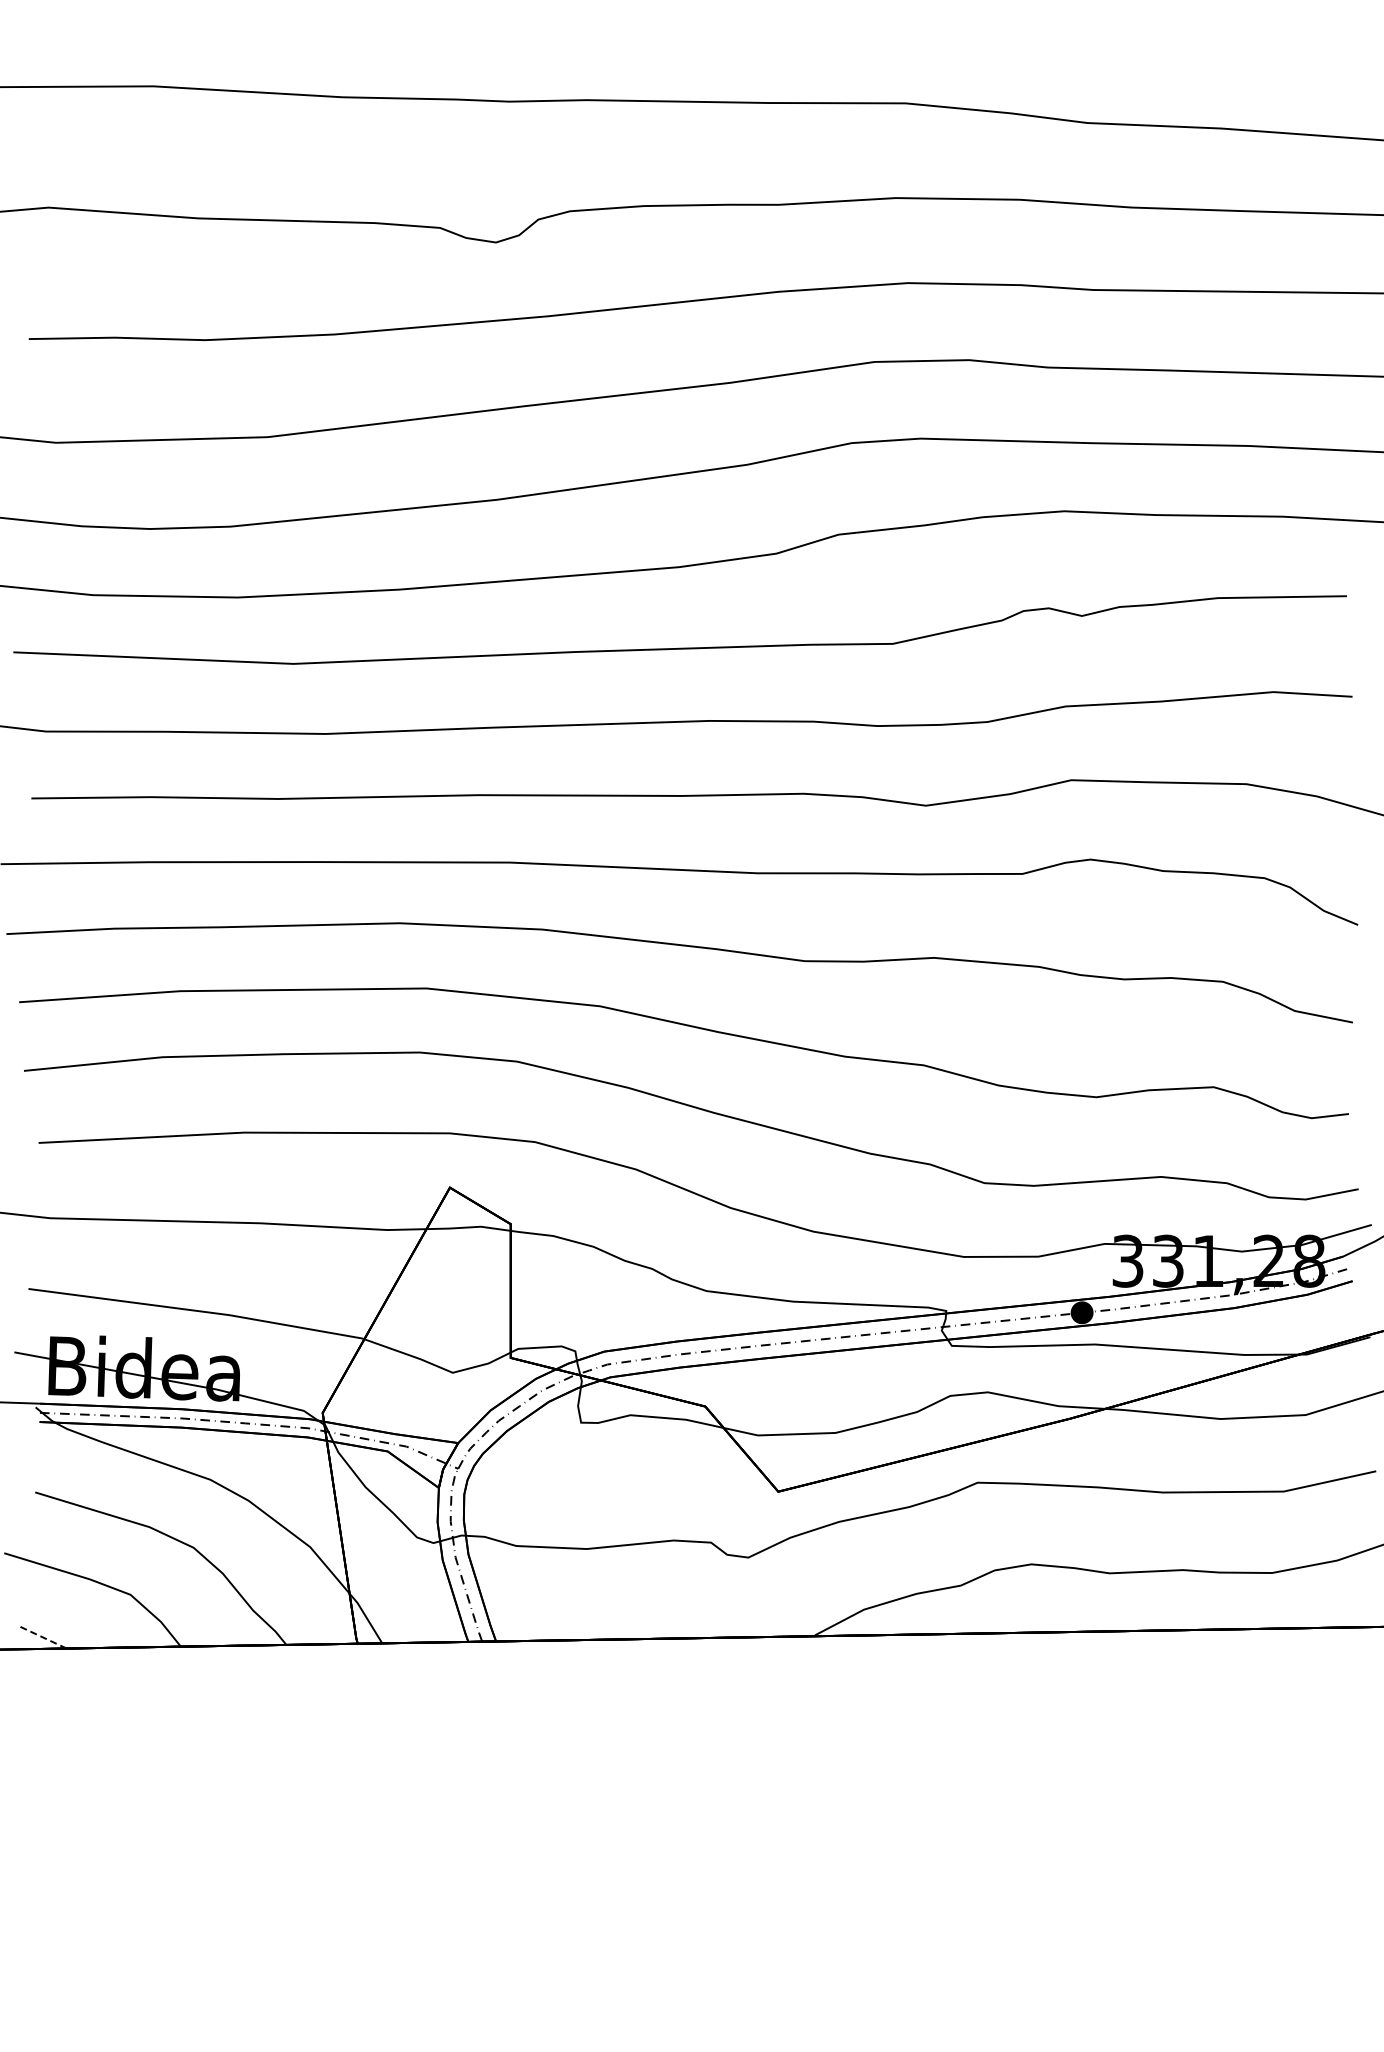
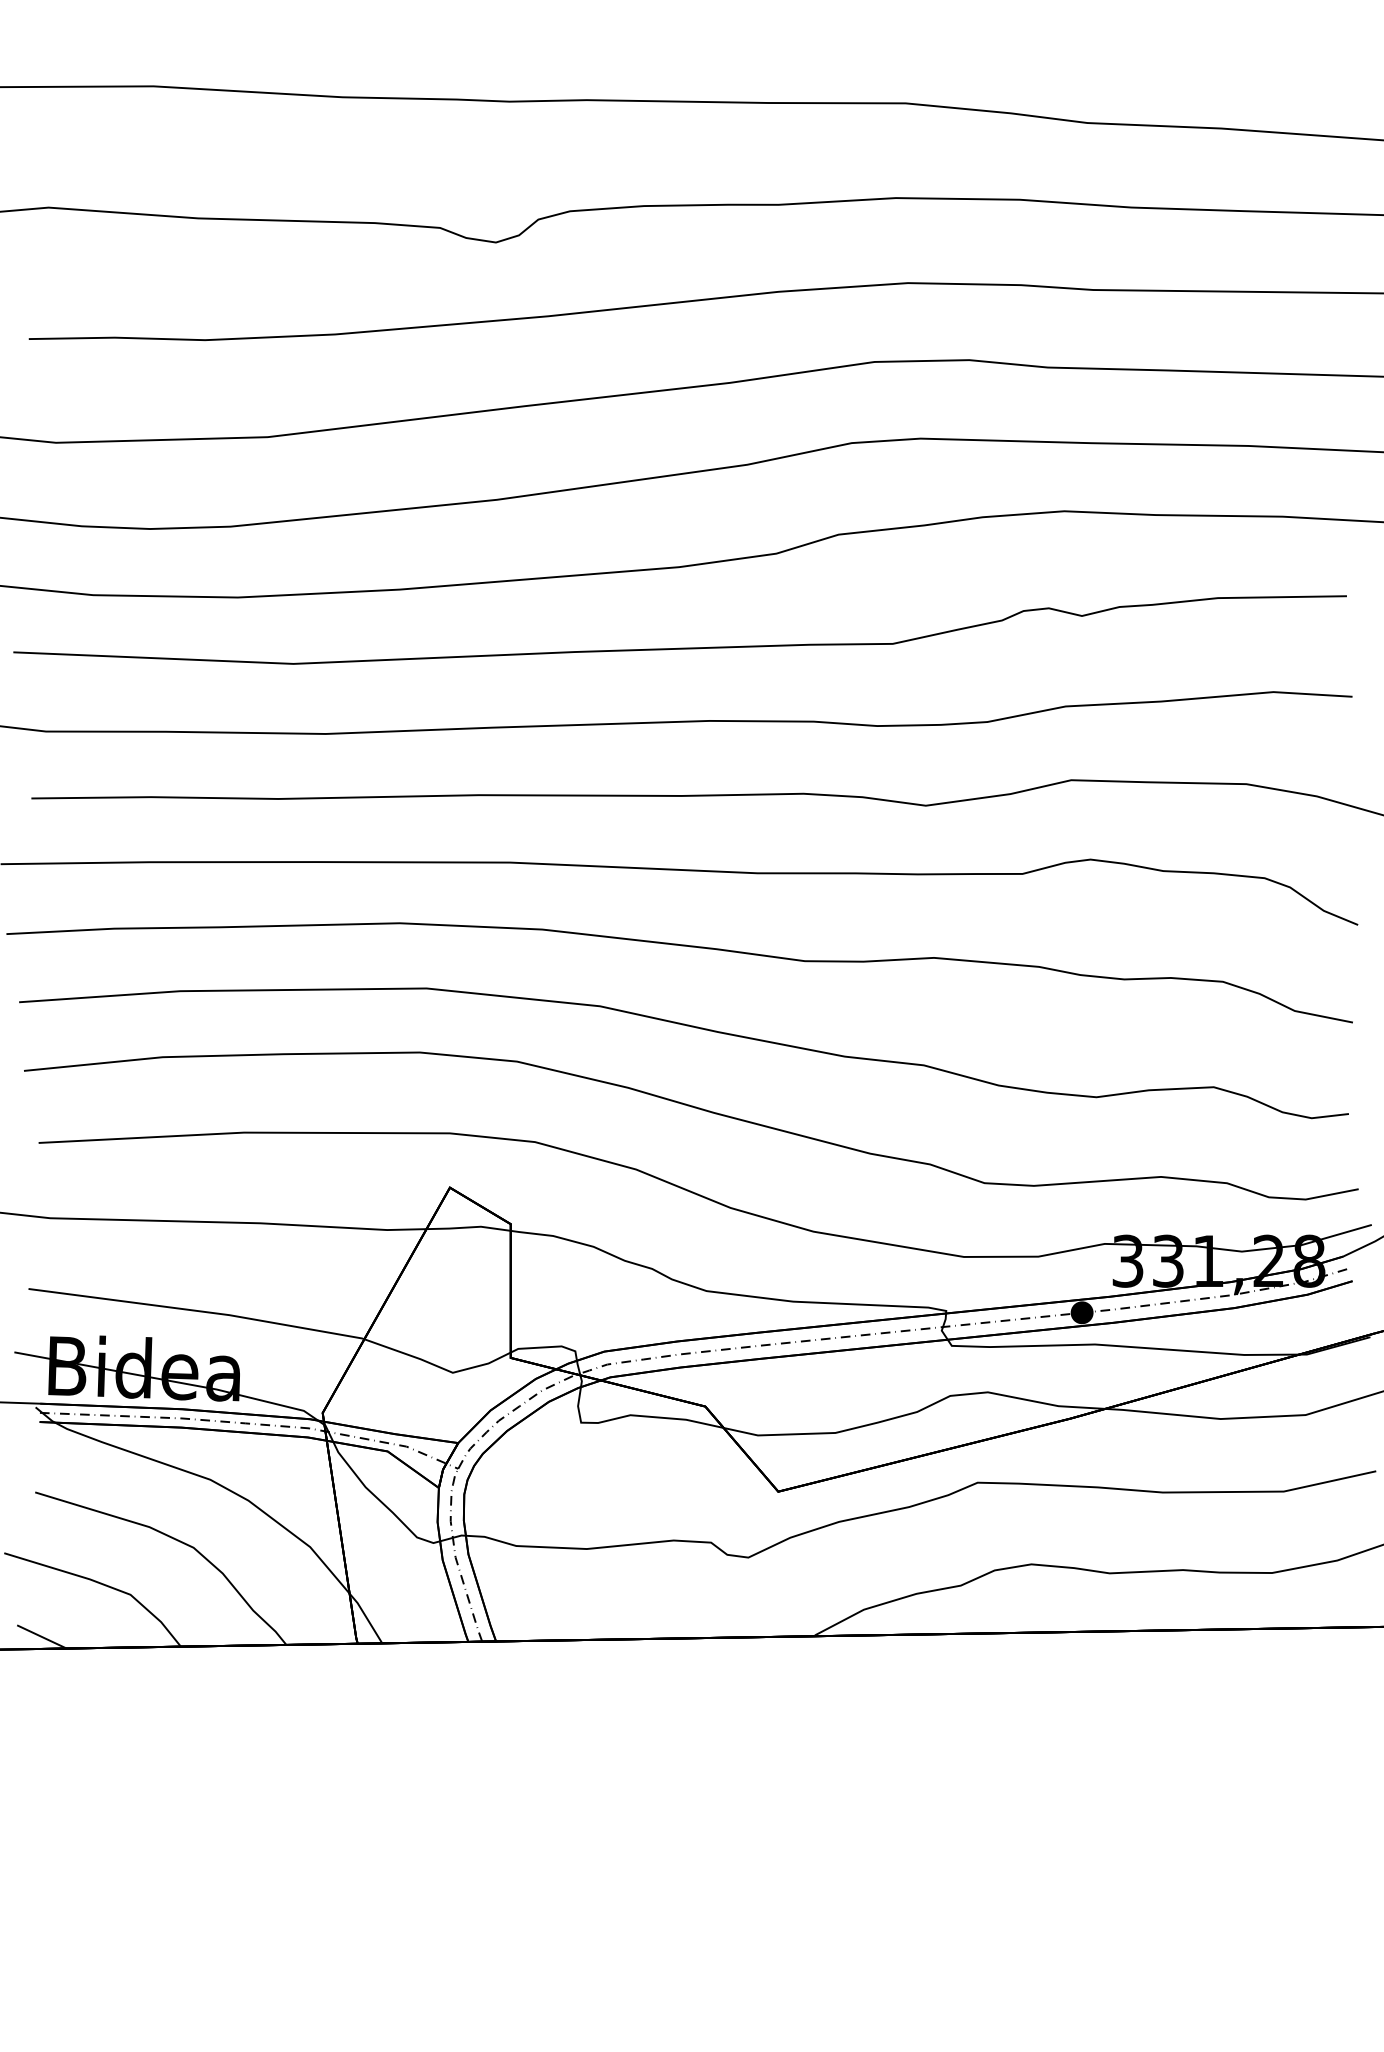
line at (41, 1636): dashed -> solid
